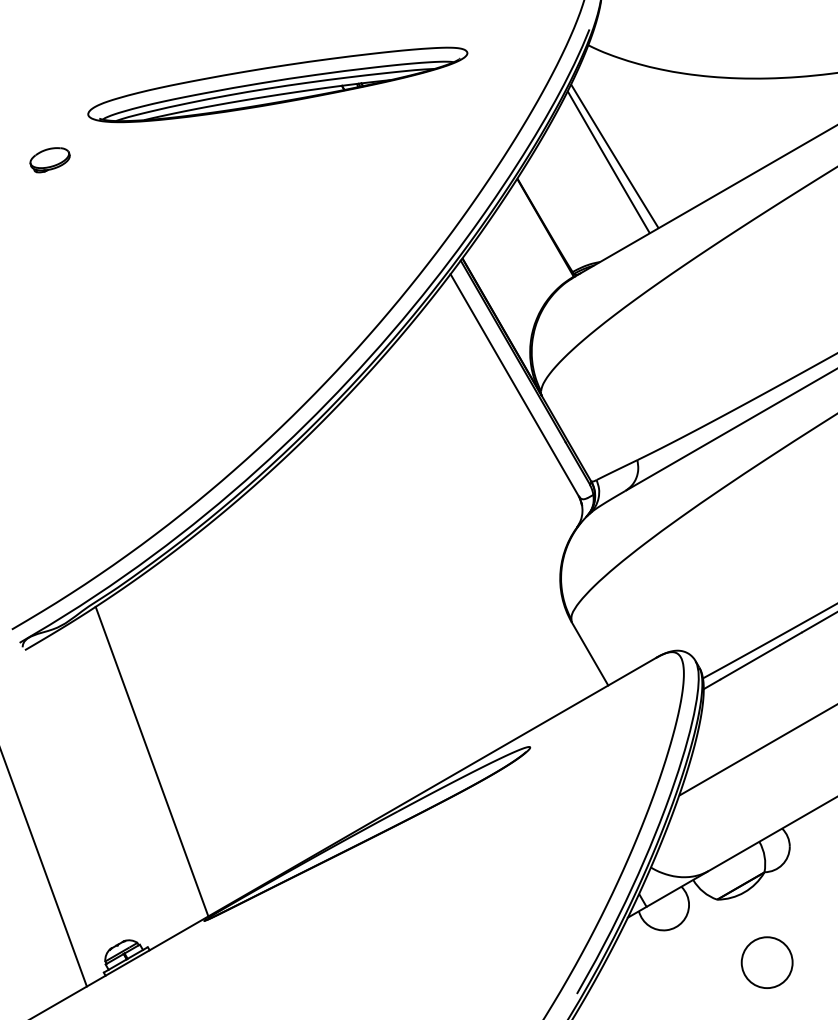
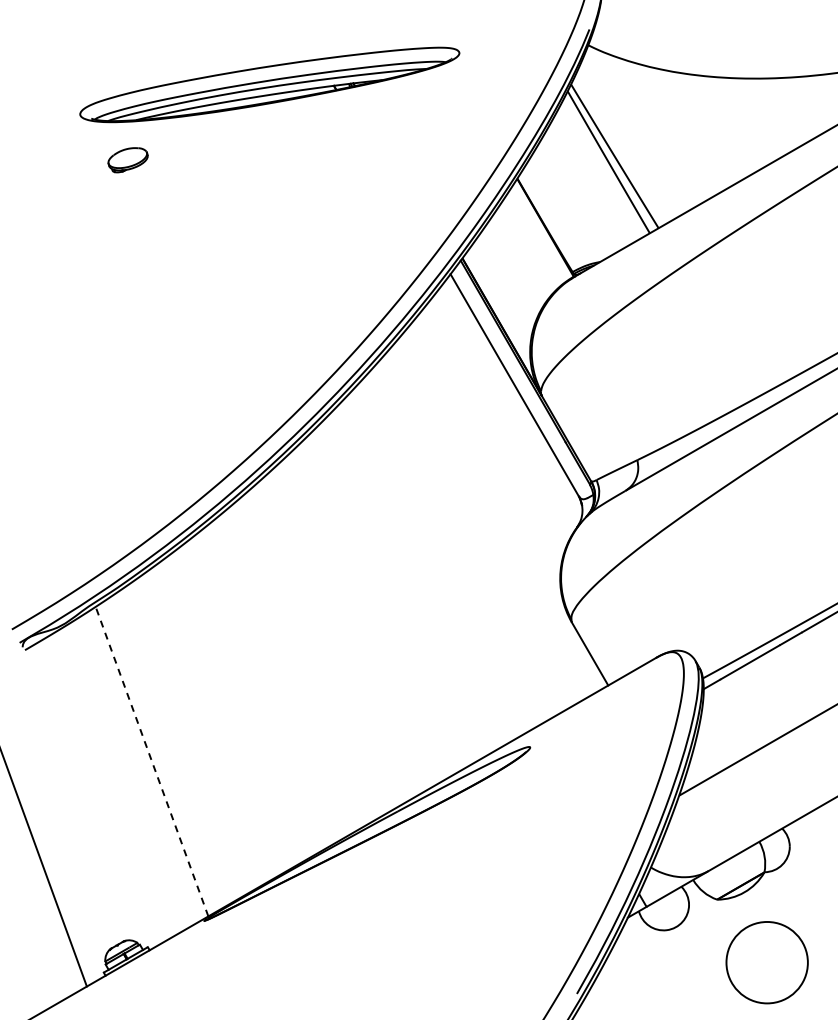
part at (277, 84) position: (277, 84) -> (269, 84)
part at (49, 160) position: (49, 160) -> (127, 160)
line at (152, 761): solid -> dashed
circle at (766, 962) diameter: 51 px -> 81 px
